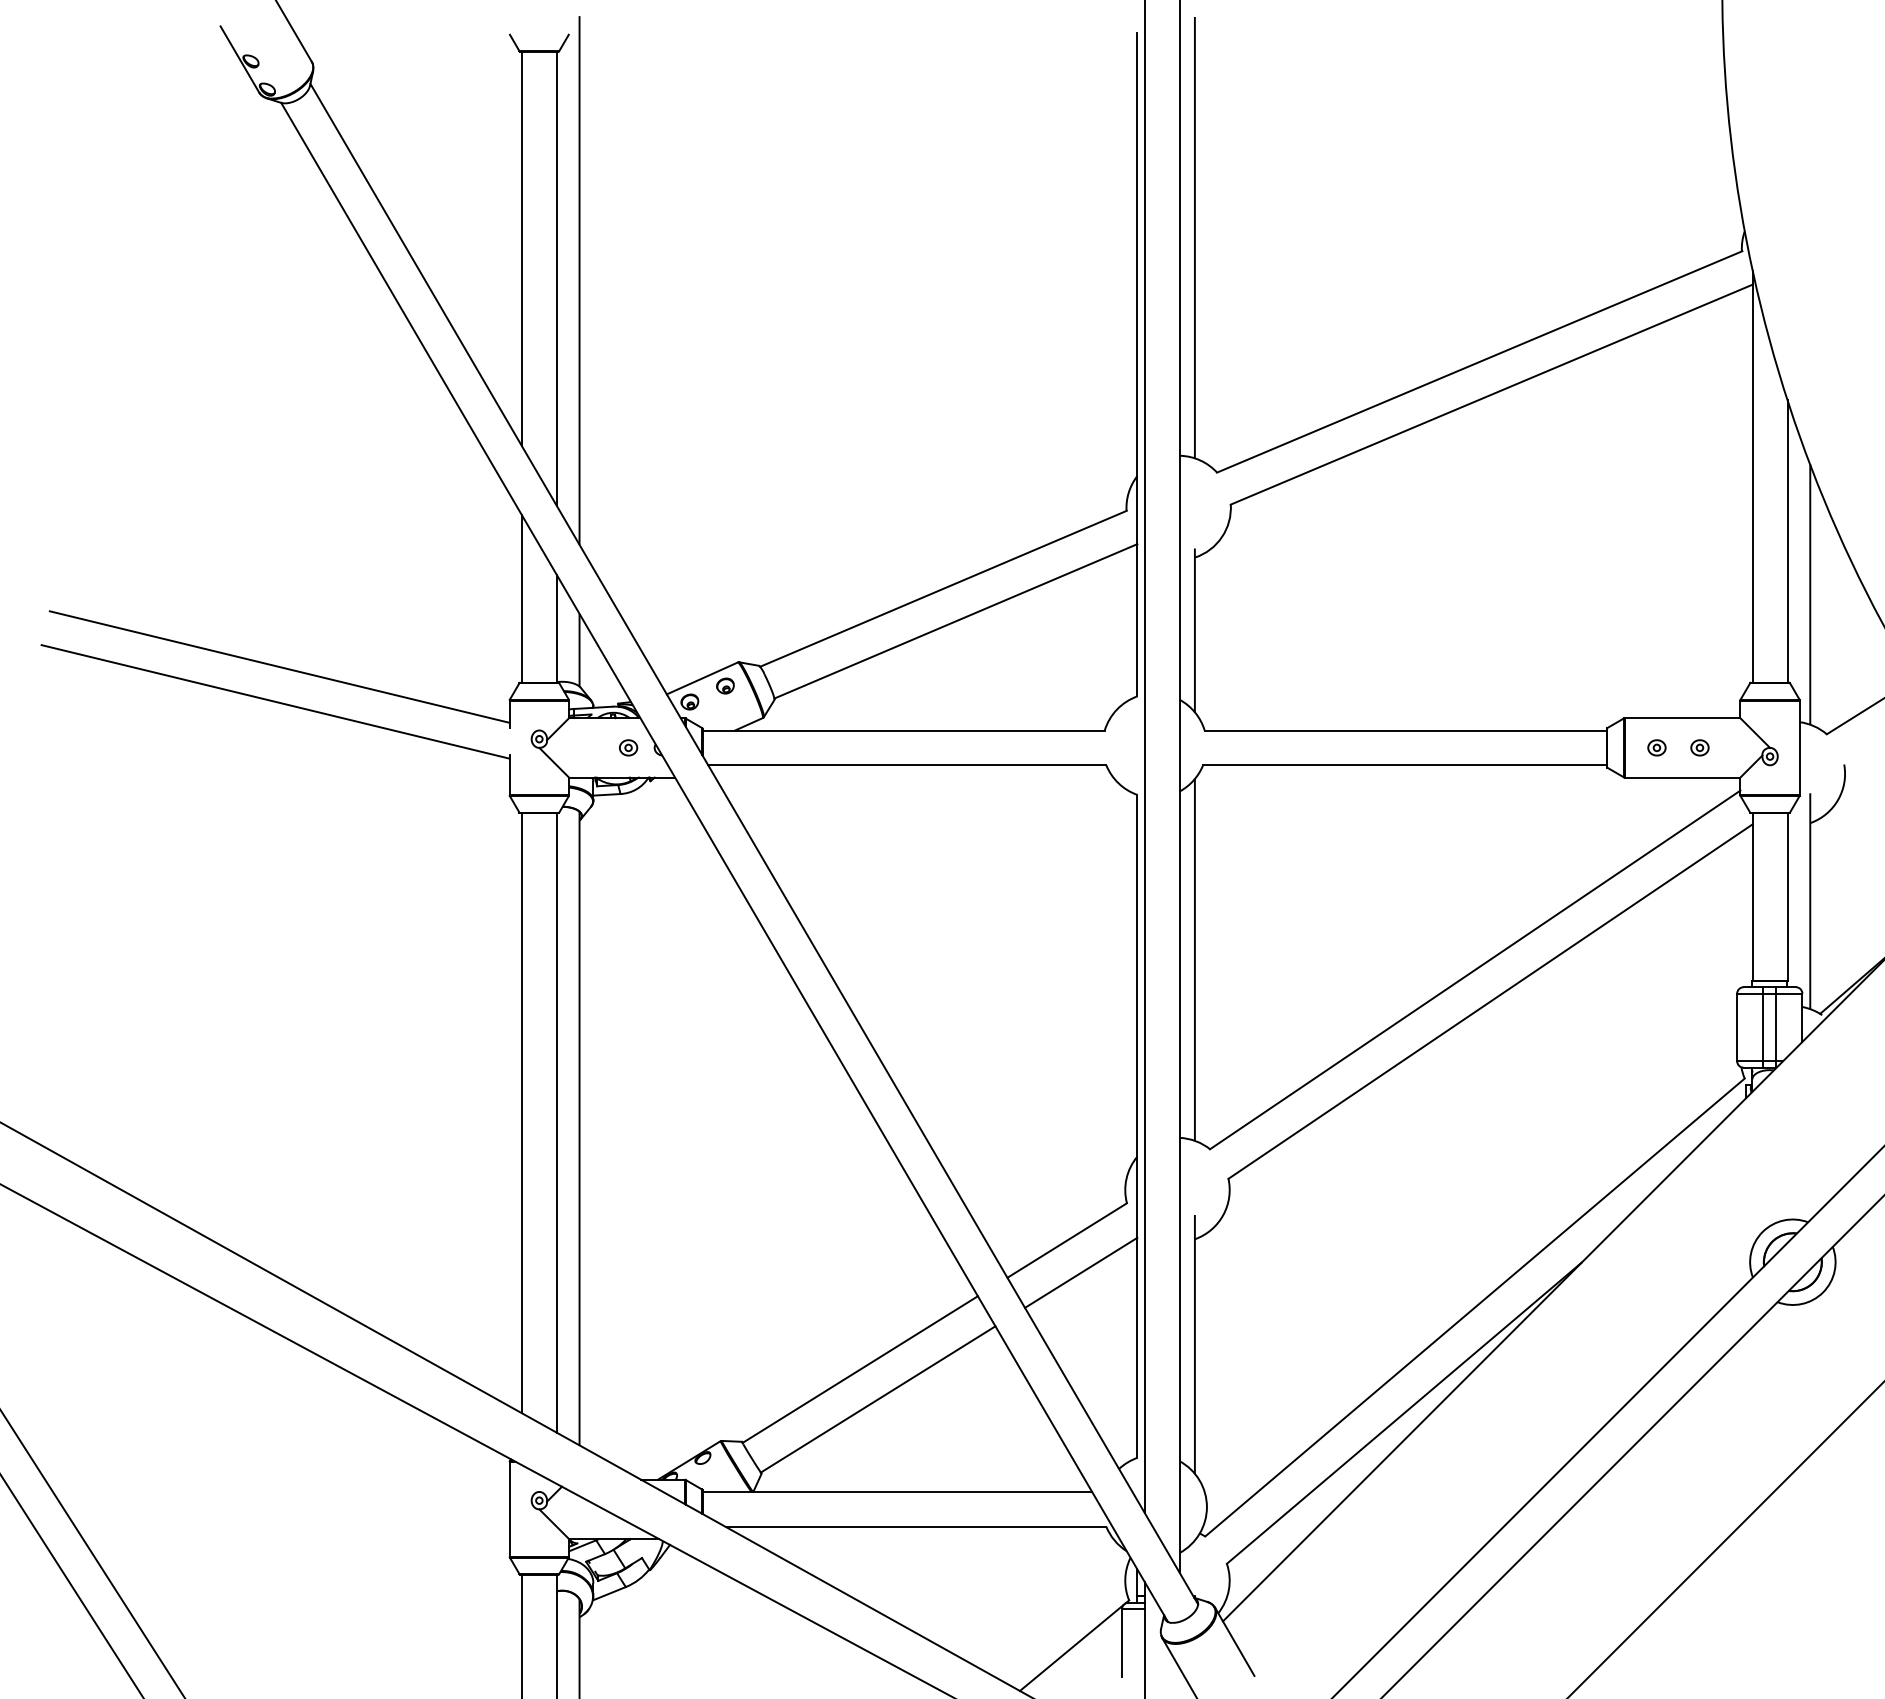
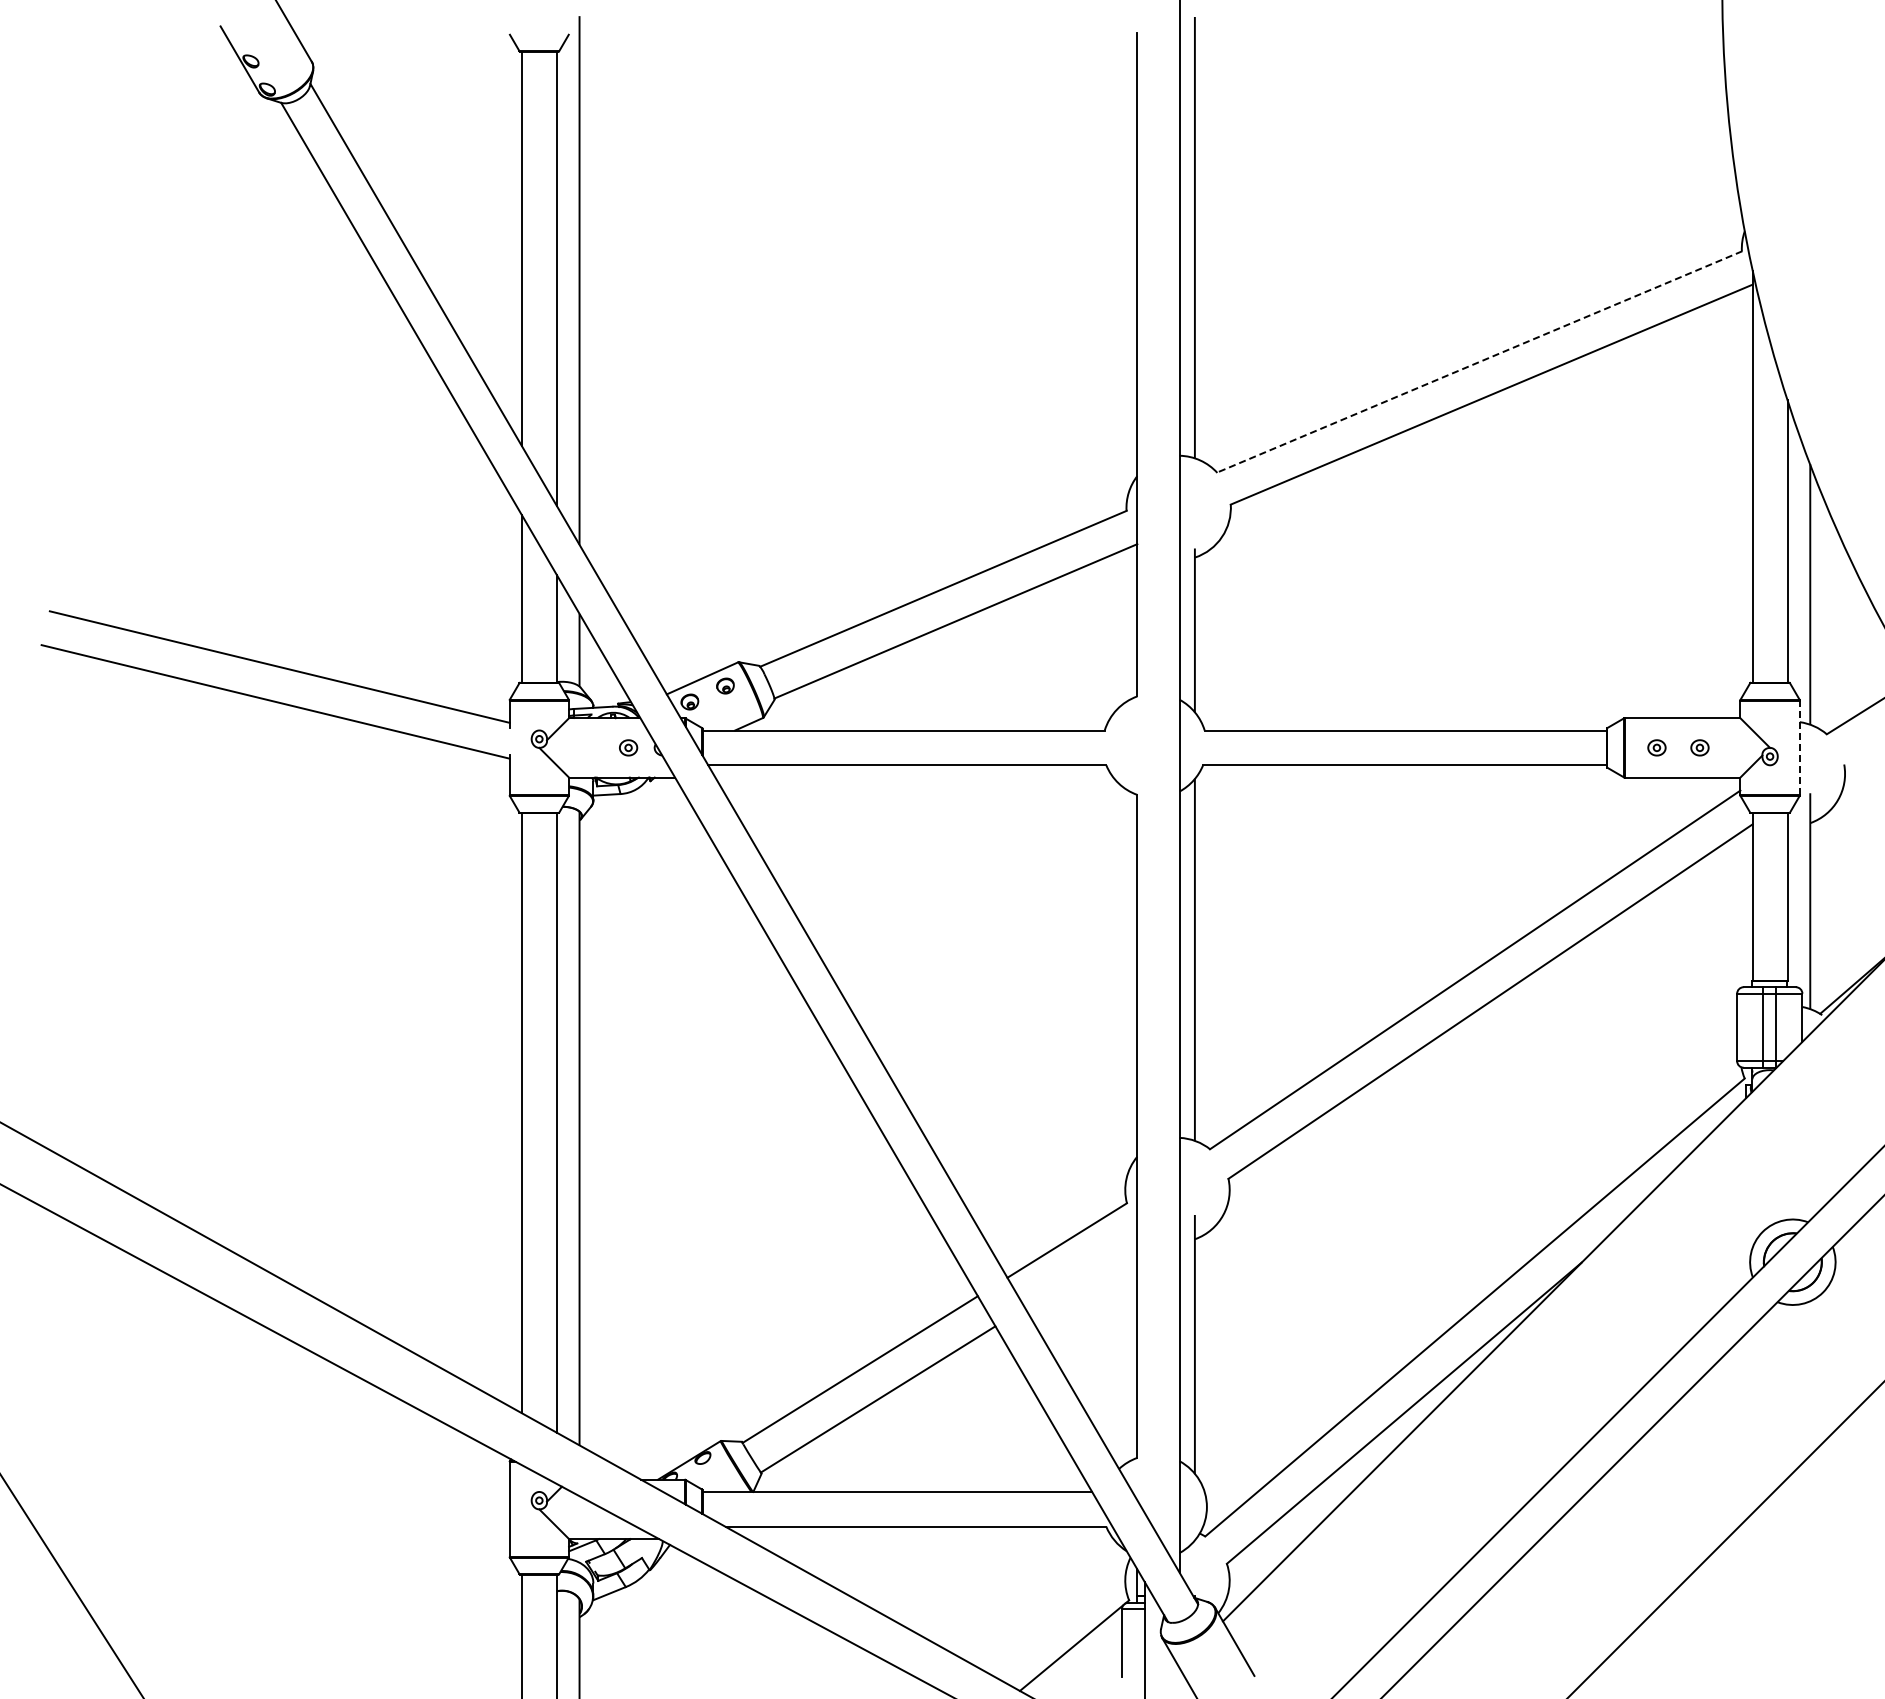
line at (1479, 362): solid -> dashed
line at (1799, 747): solid -> dashed
line at (1144, 757): present -> none
line at (1081, 1272): present -> none
line at (92, 1553): present -> none
